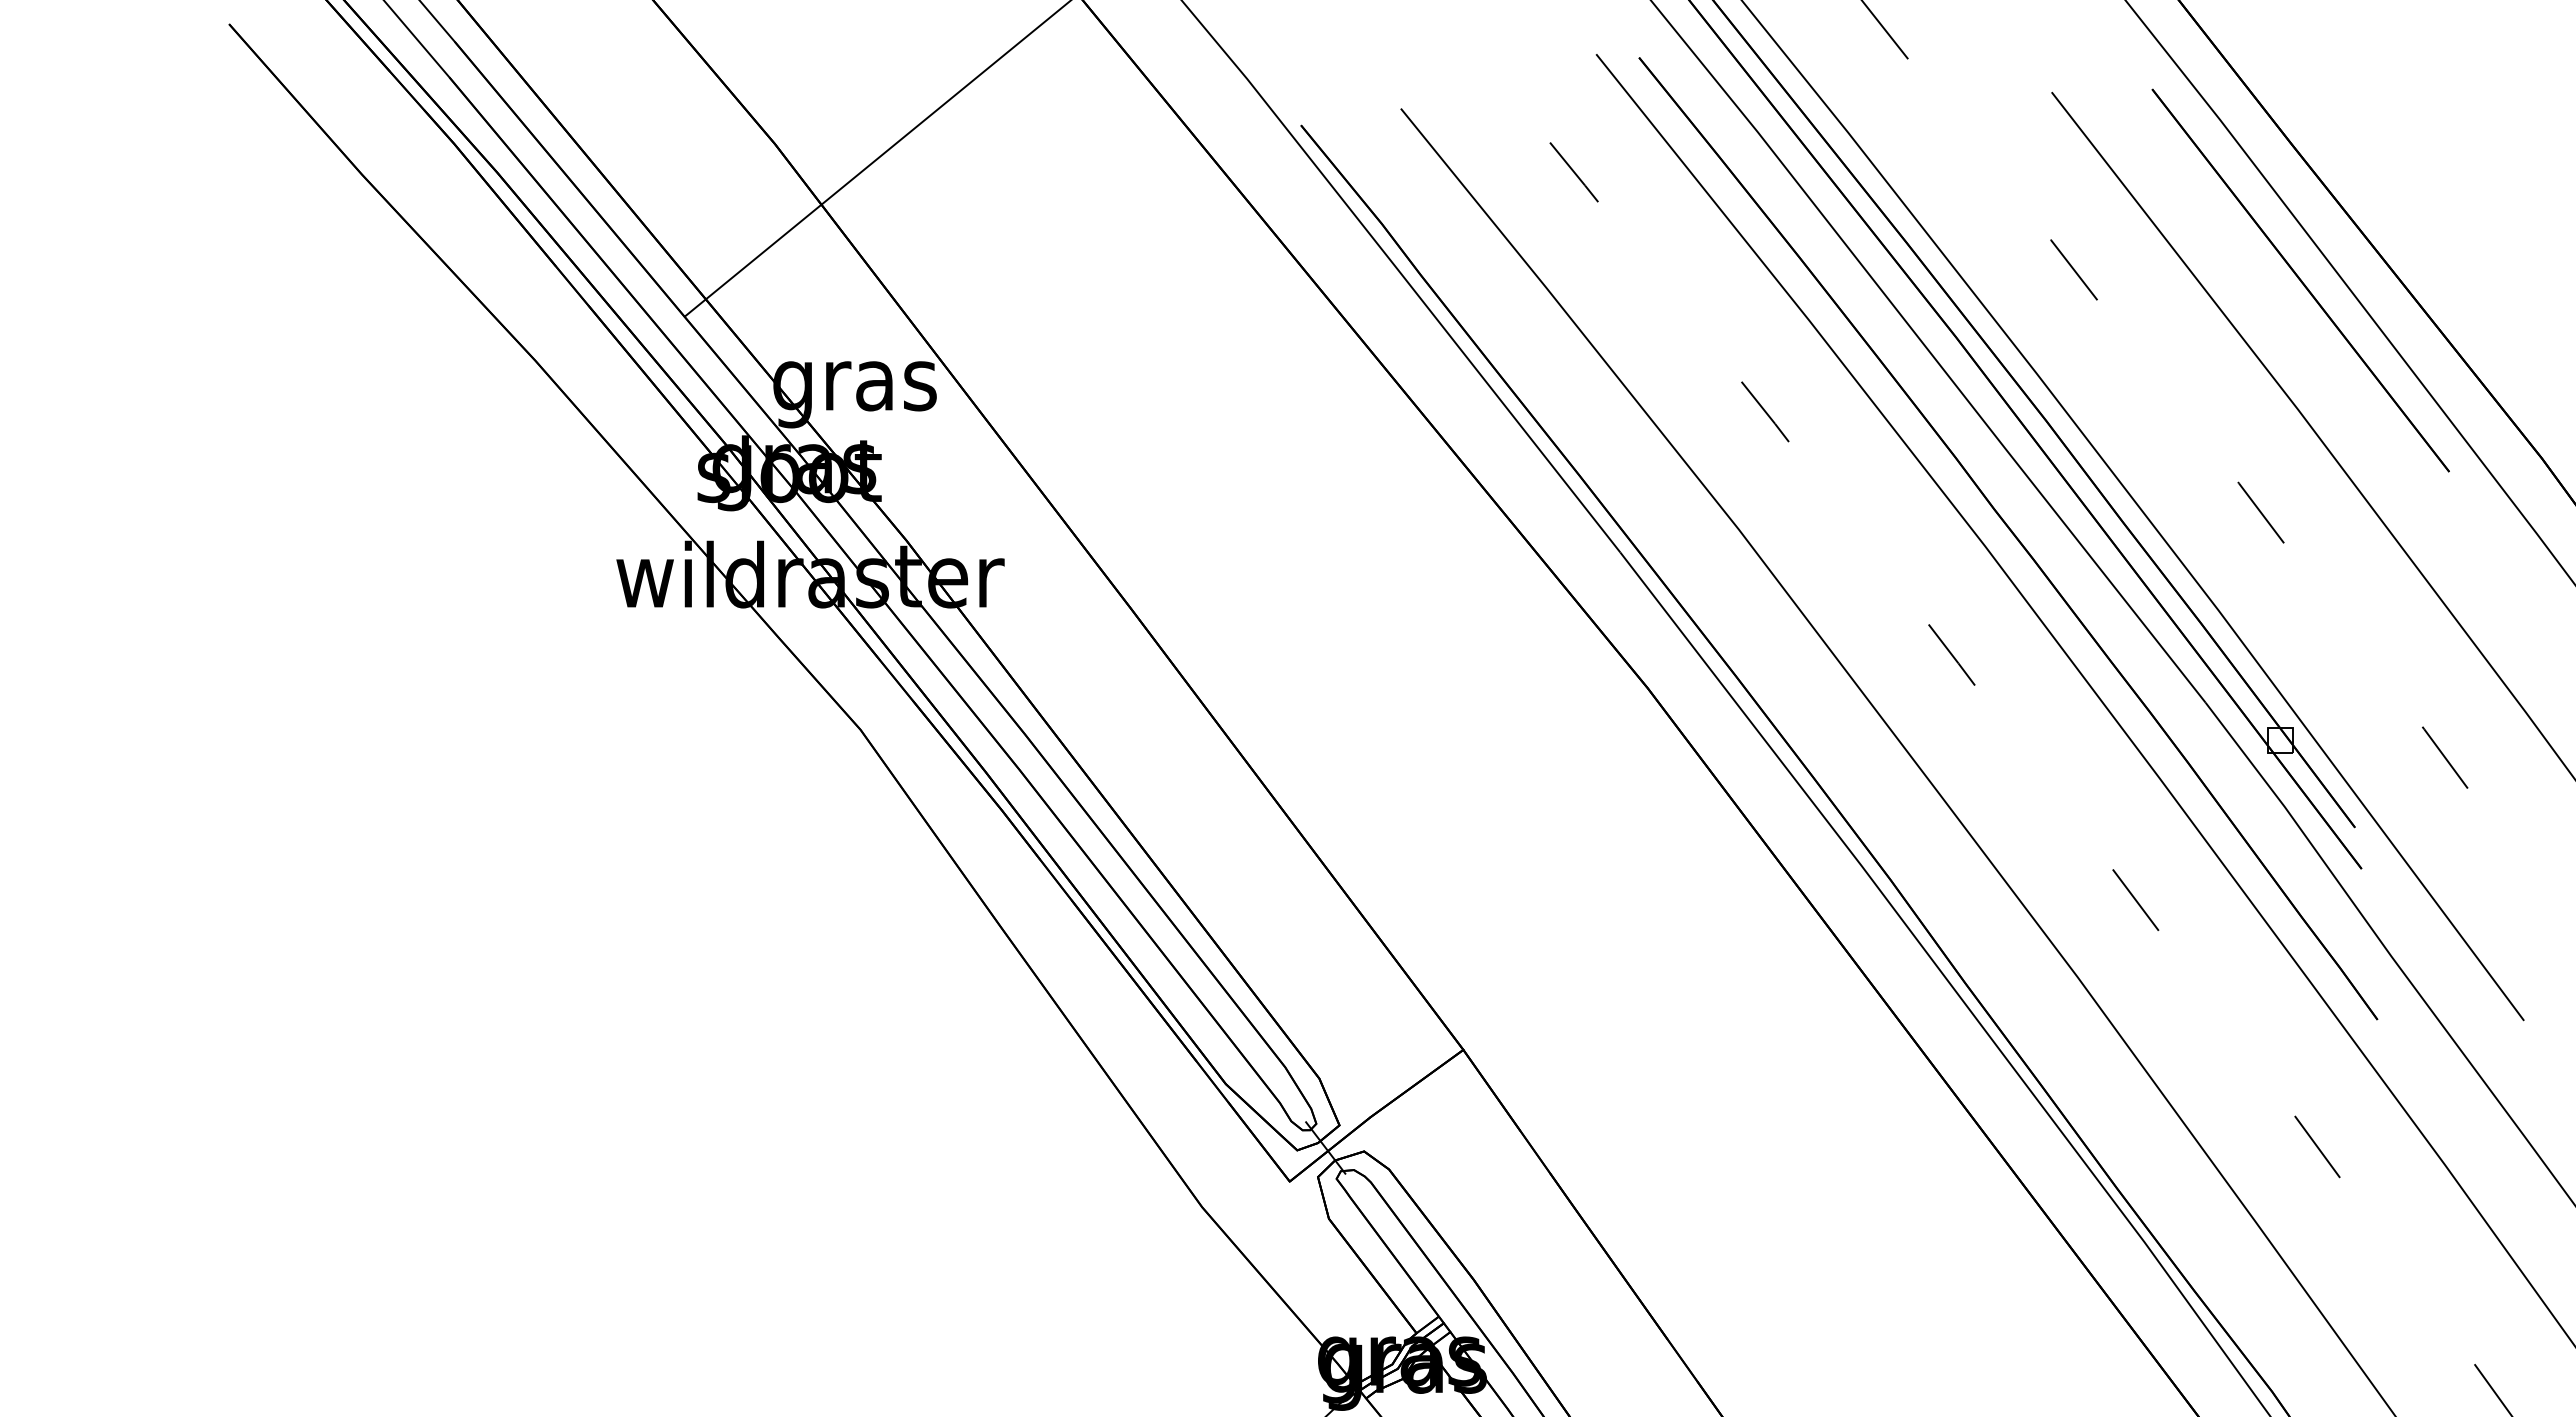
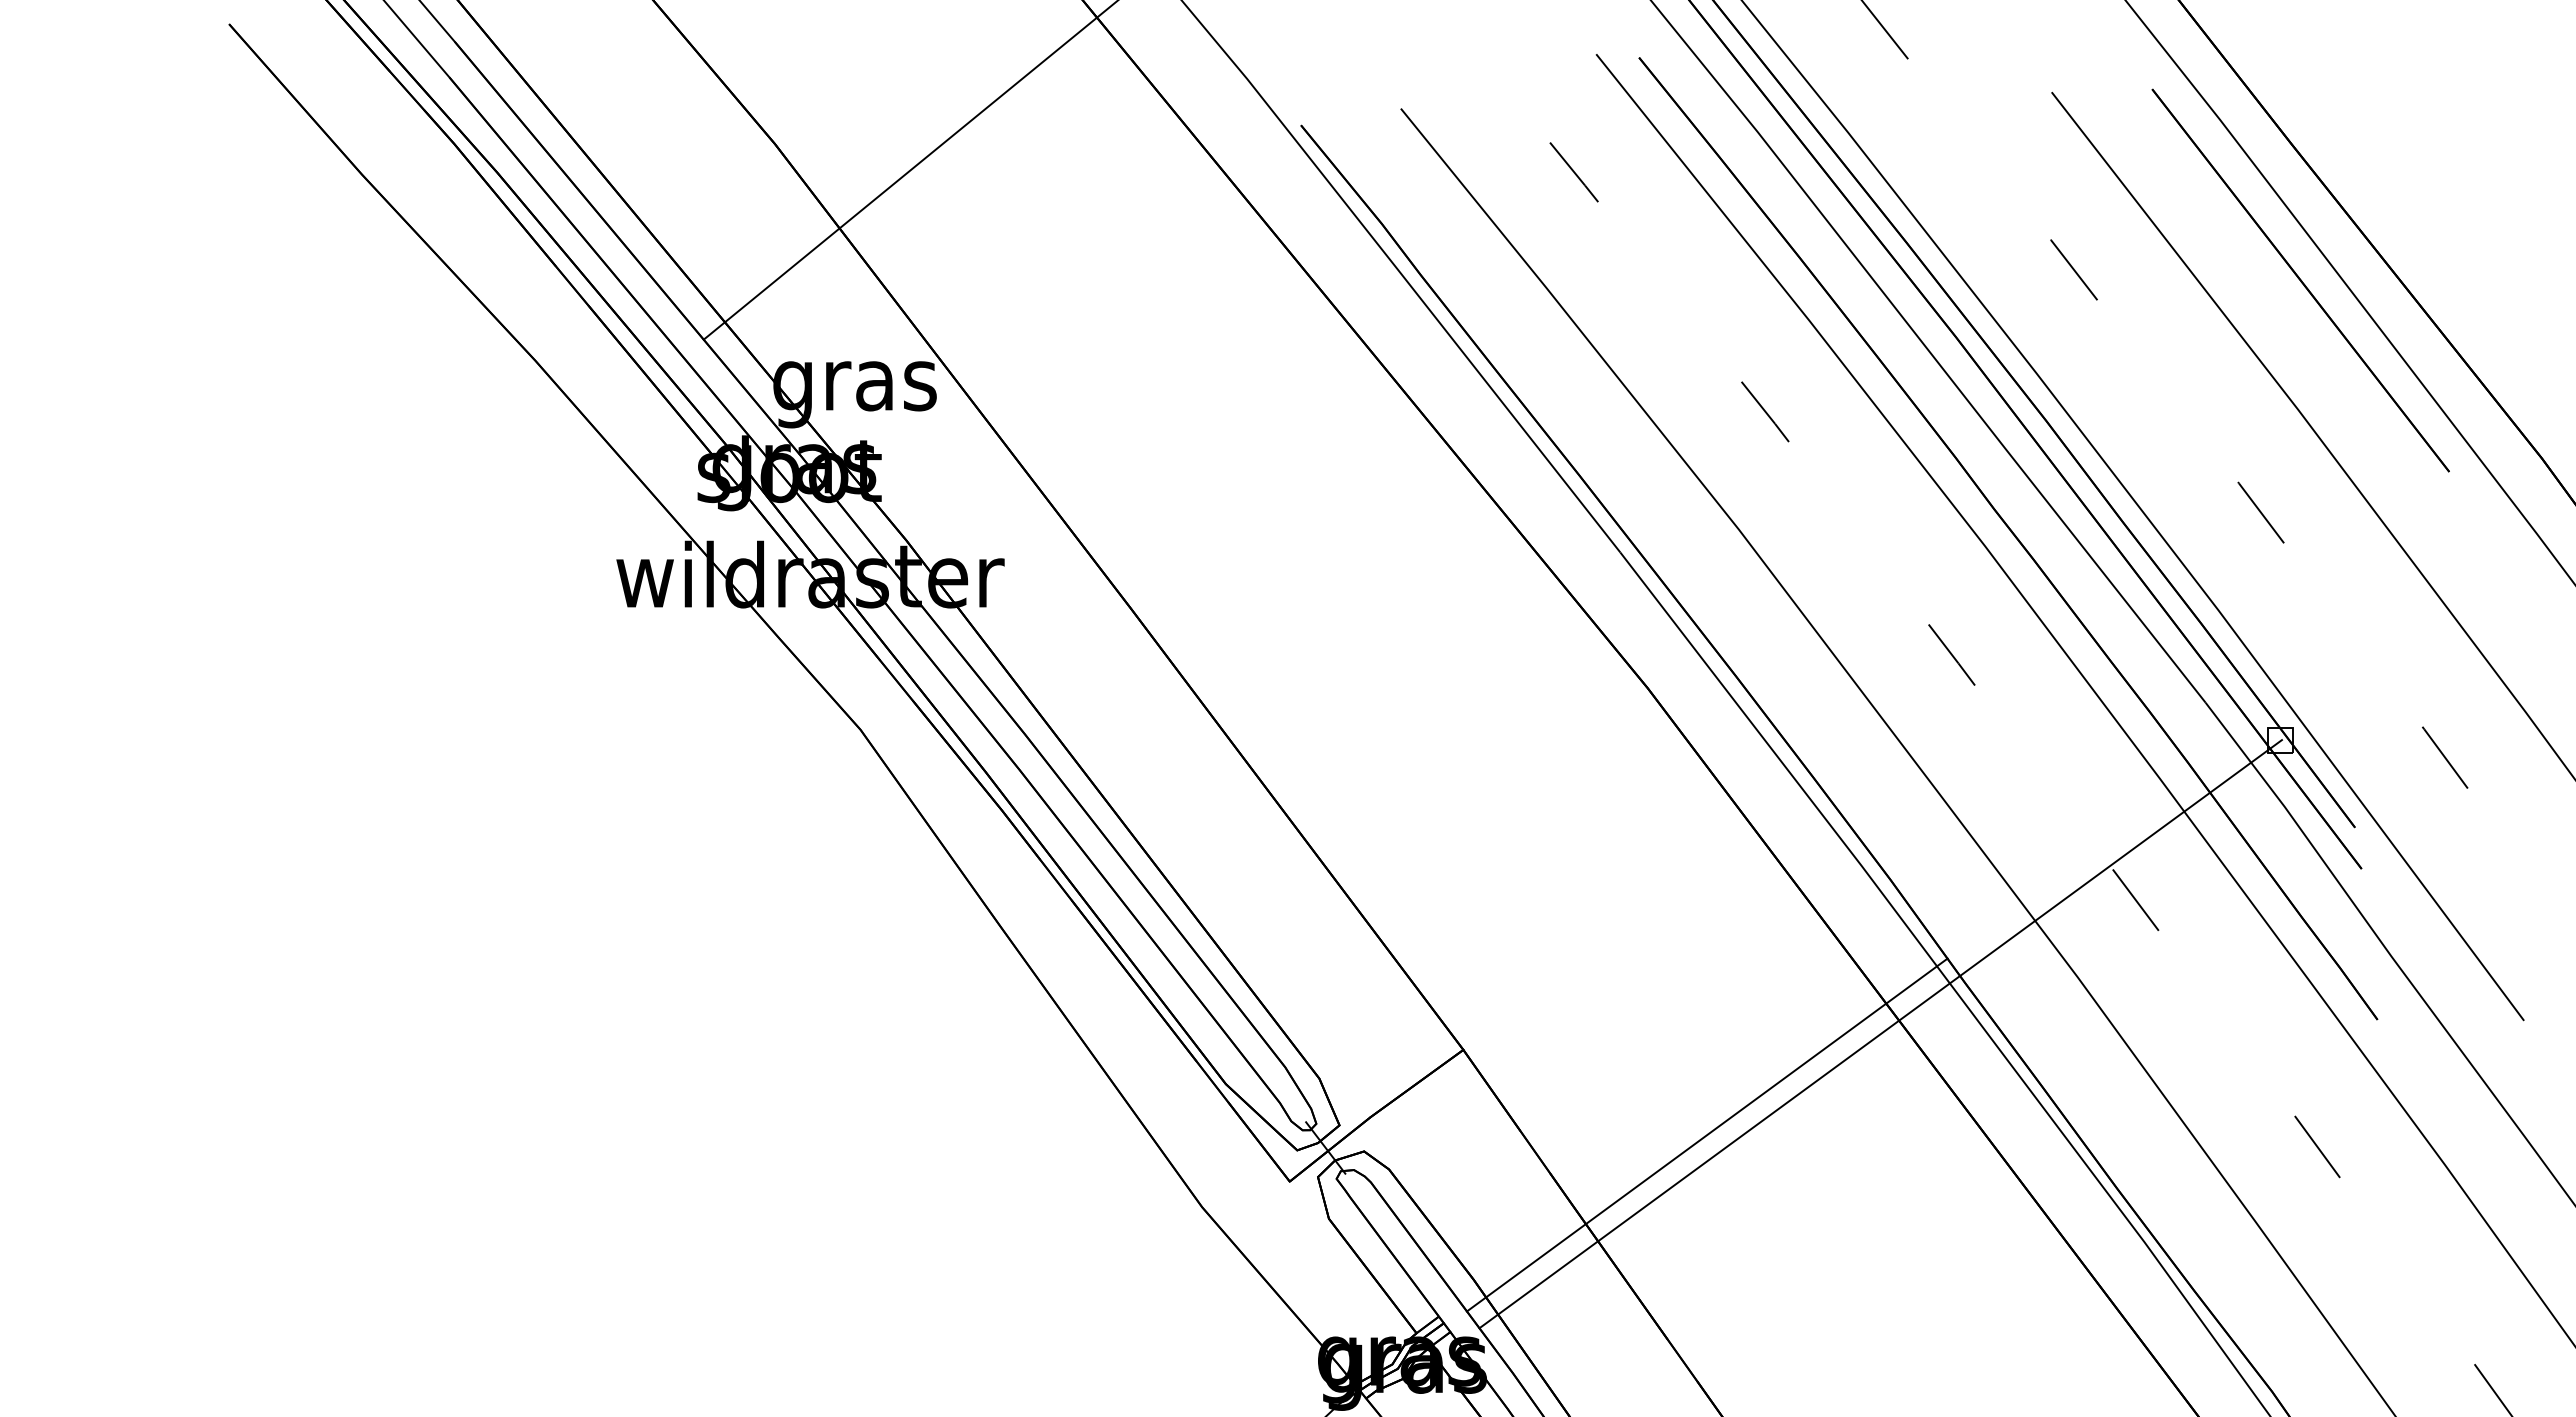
line at (876, 159) position: (876, 159) -> (909, 170)
line at (1880, 1034): none -> present
line at (1706, 1134): none -> present
